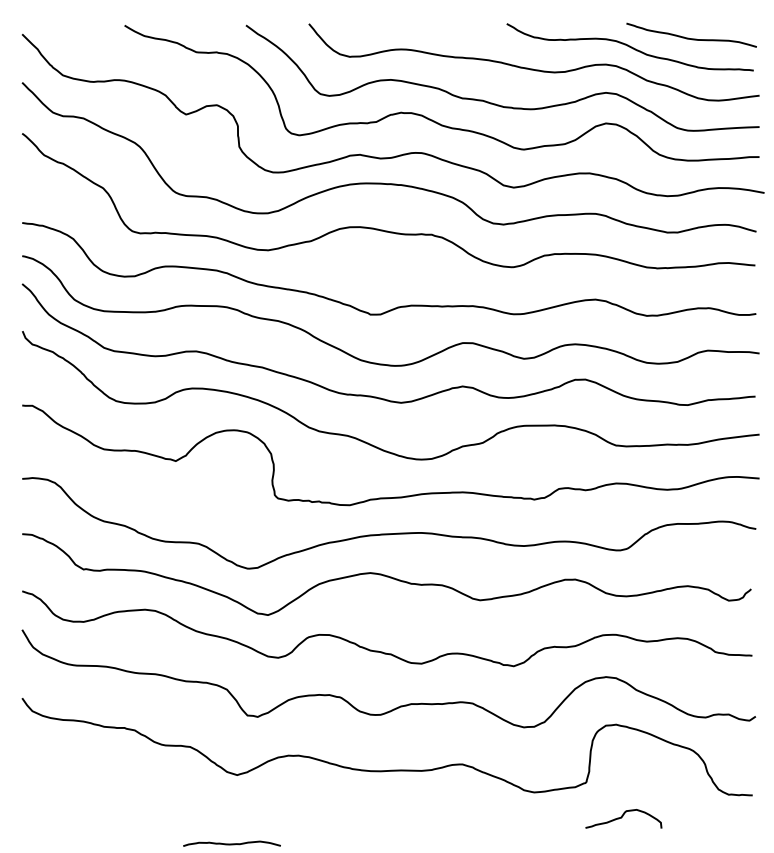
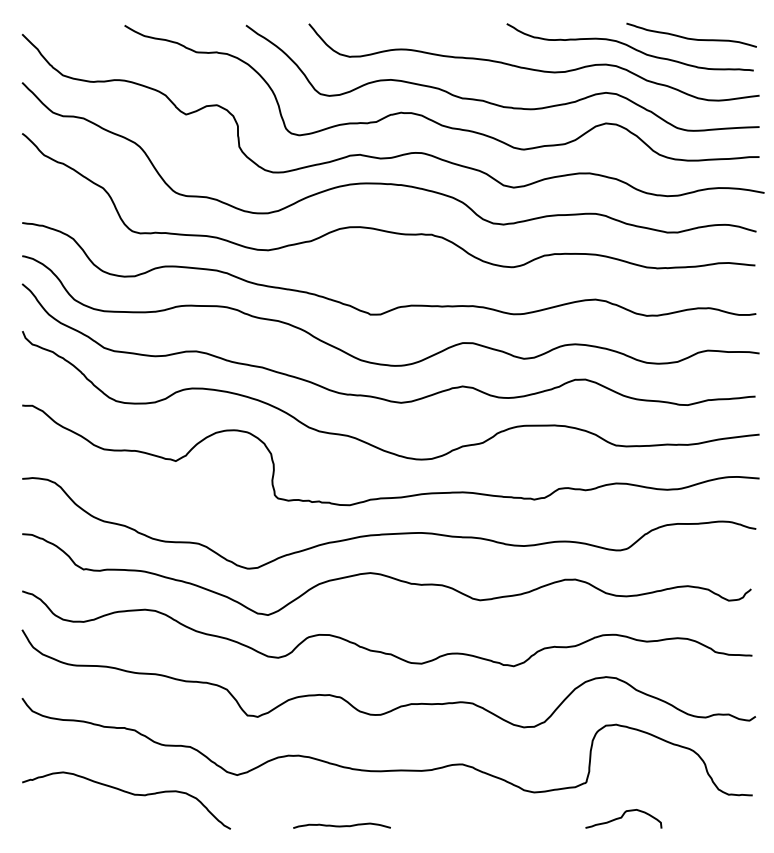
curve at (127, 793): none -> present
curve at (231, 843) position: (231, 843) -> (341, 825)
